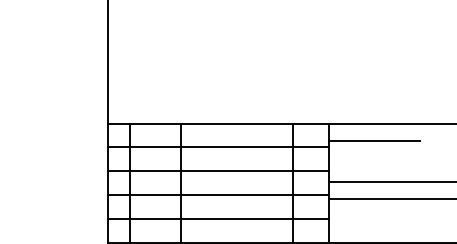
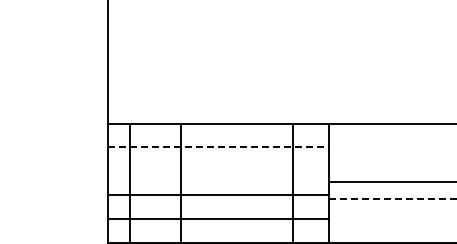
line at (373, 140): present -> none
line at (218, 147): solid -> dashed
line at (217, 171): present -> none
line at (392, 199): solid -> dashed
